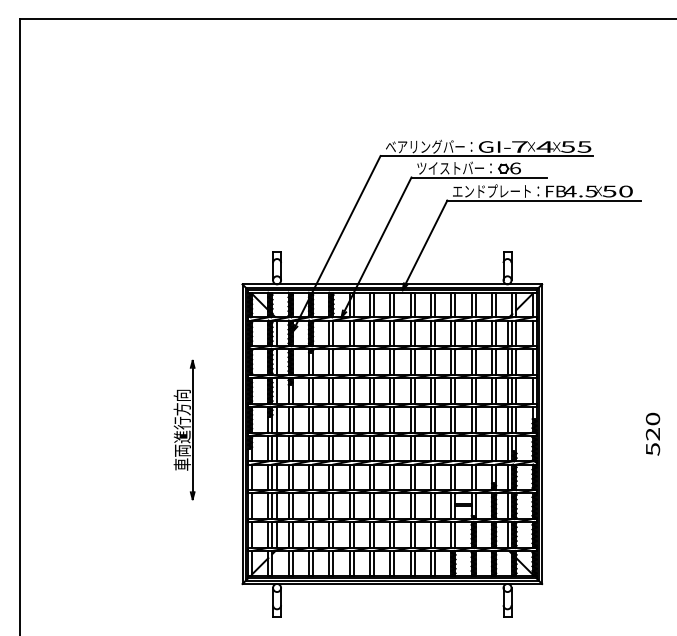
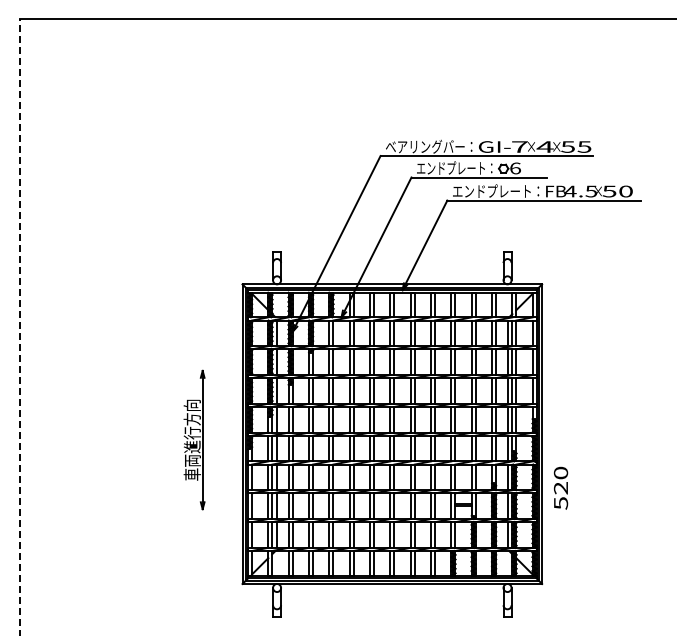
text at (454, 167): ツイストバー： -> エンドプレート：
line at (20, 326): solid -> dashed
part at (184, 429) position: (184, 429) -> (194, 439)
text at (653, 433) position: (653, 433) -> (561, 487)
